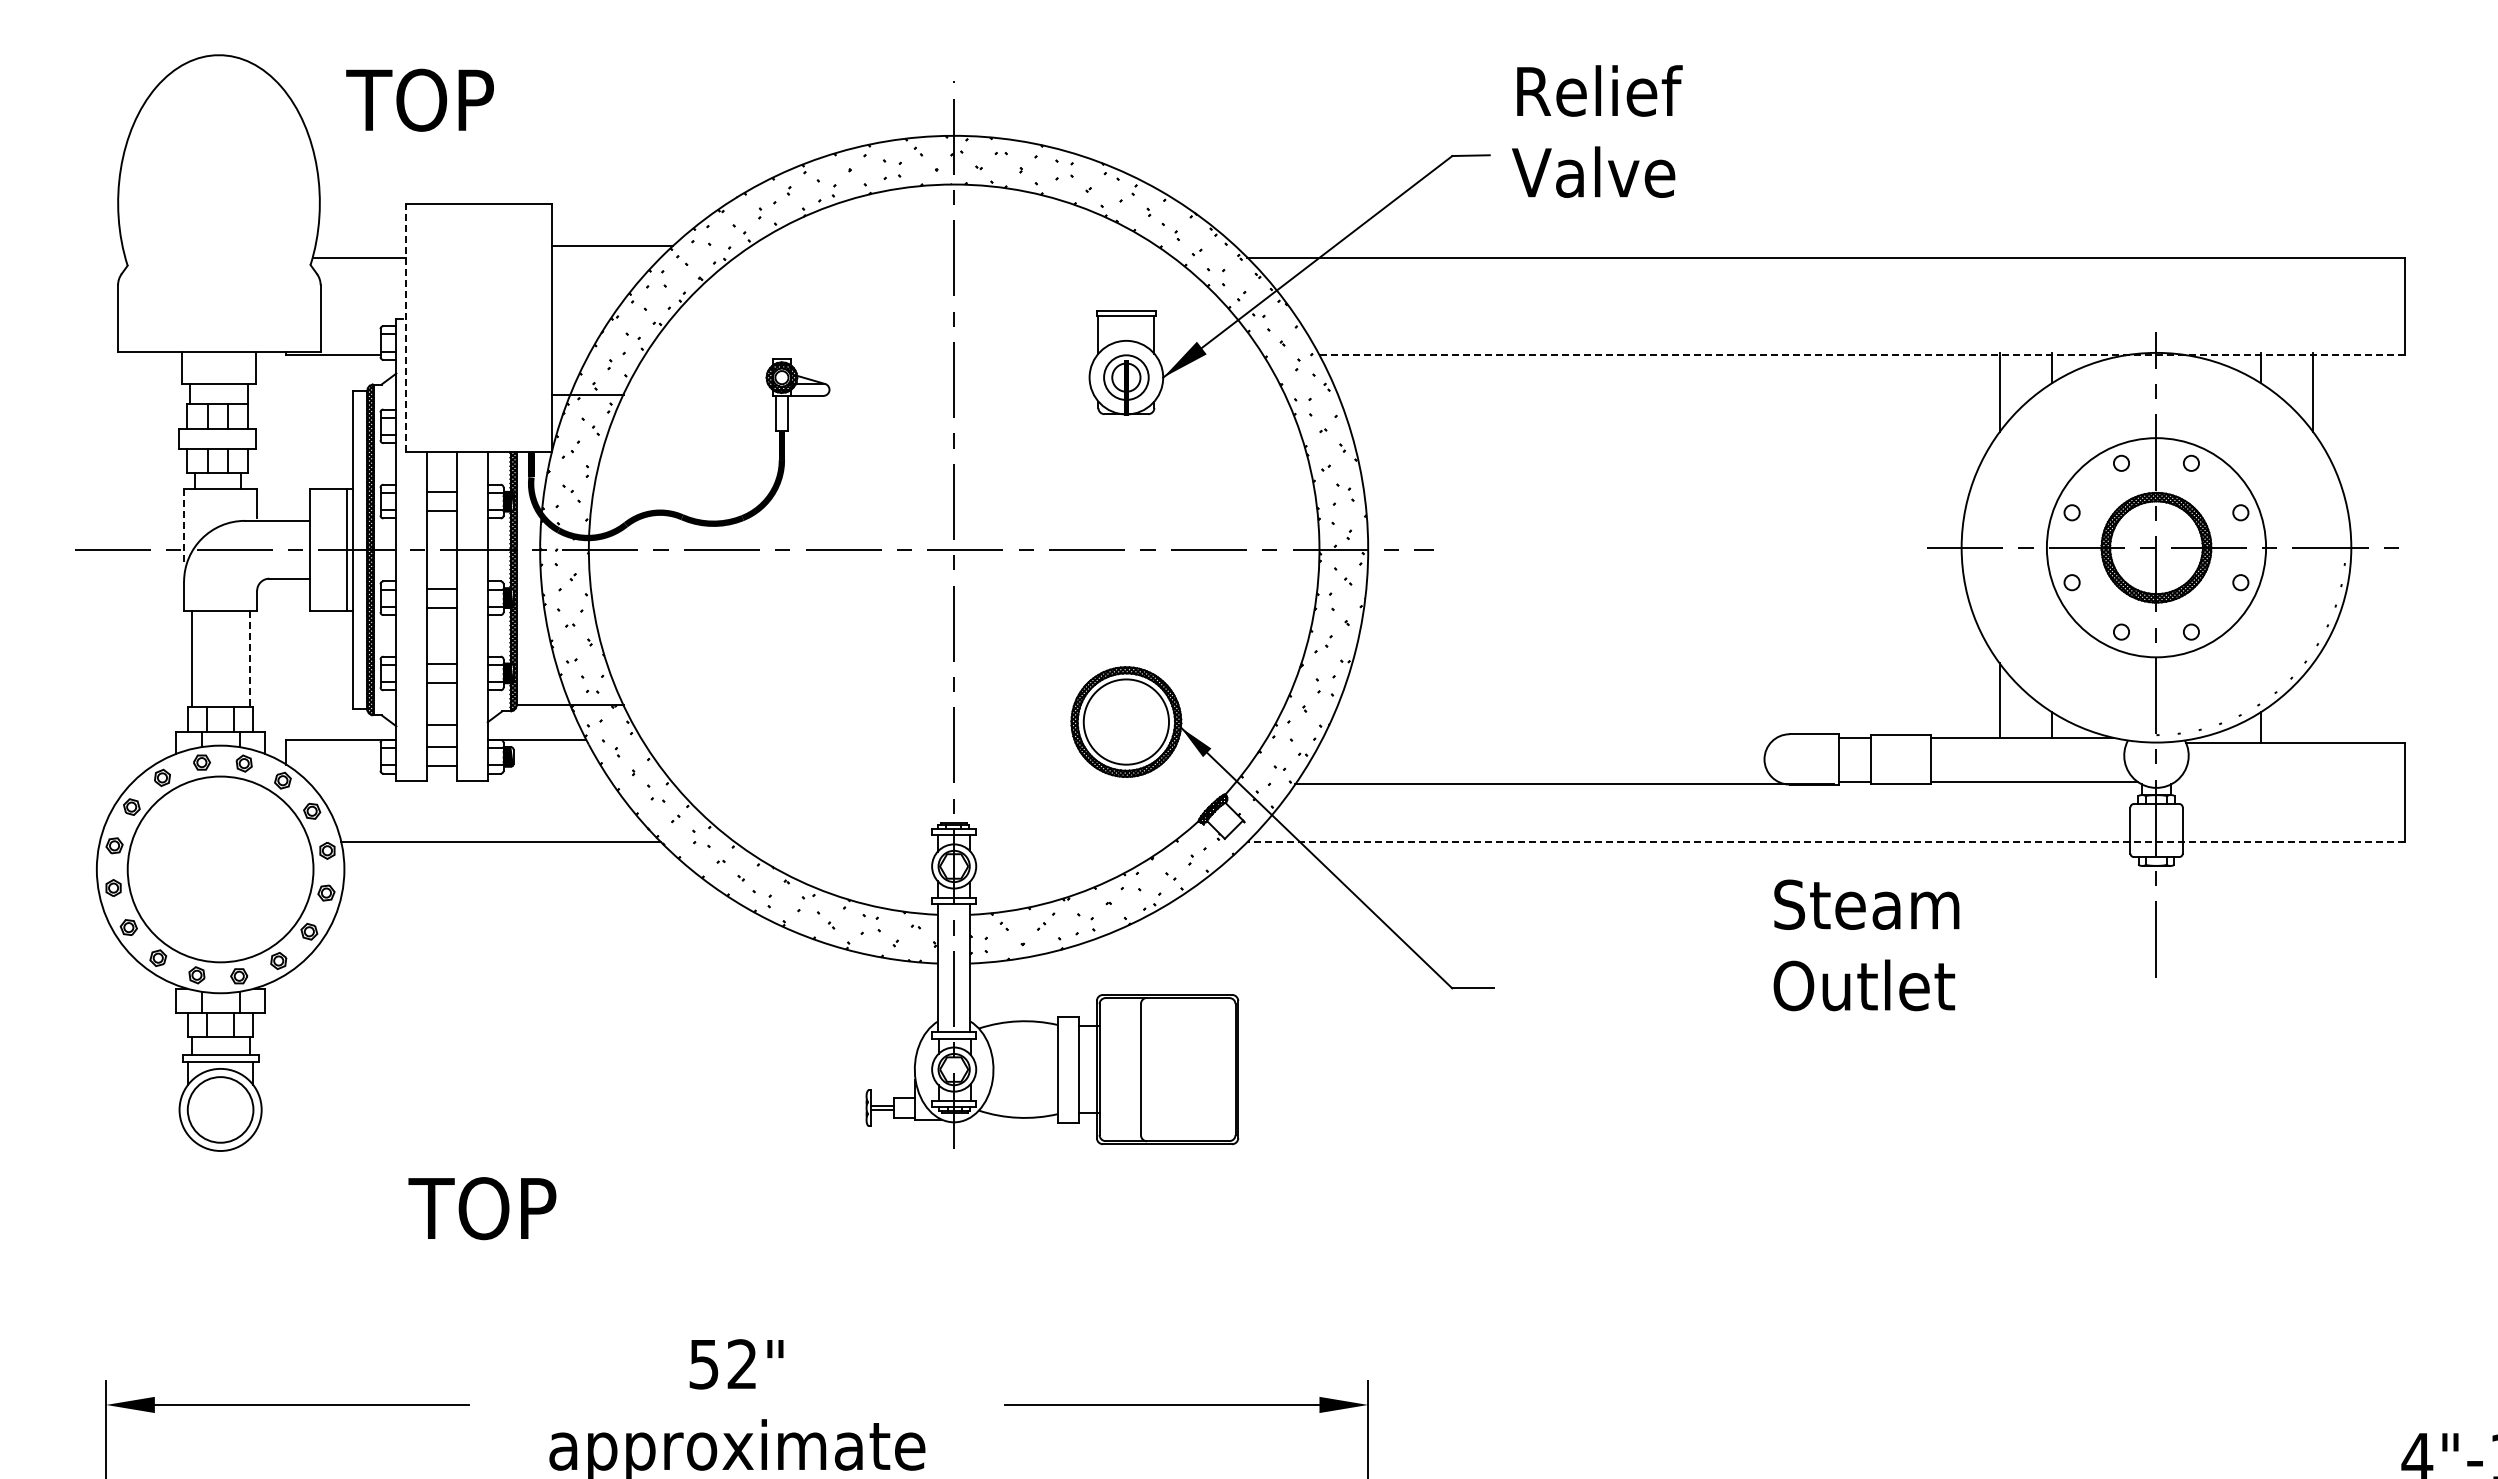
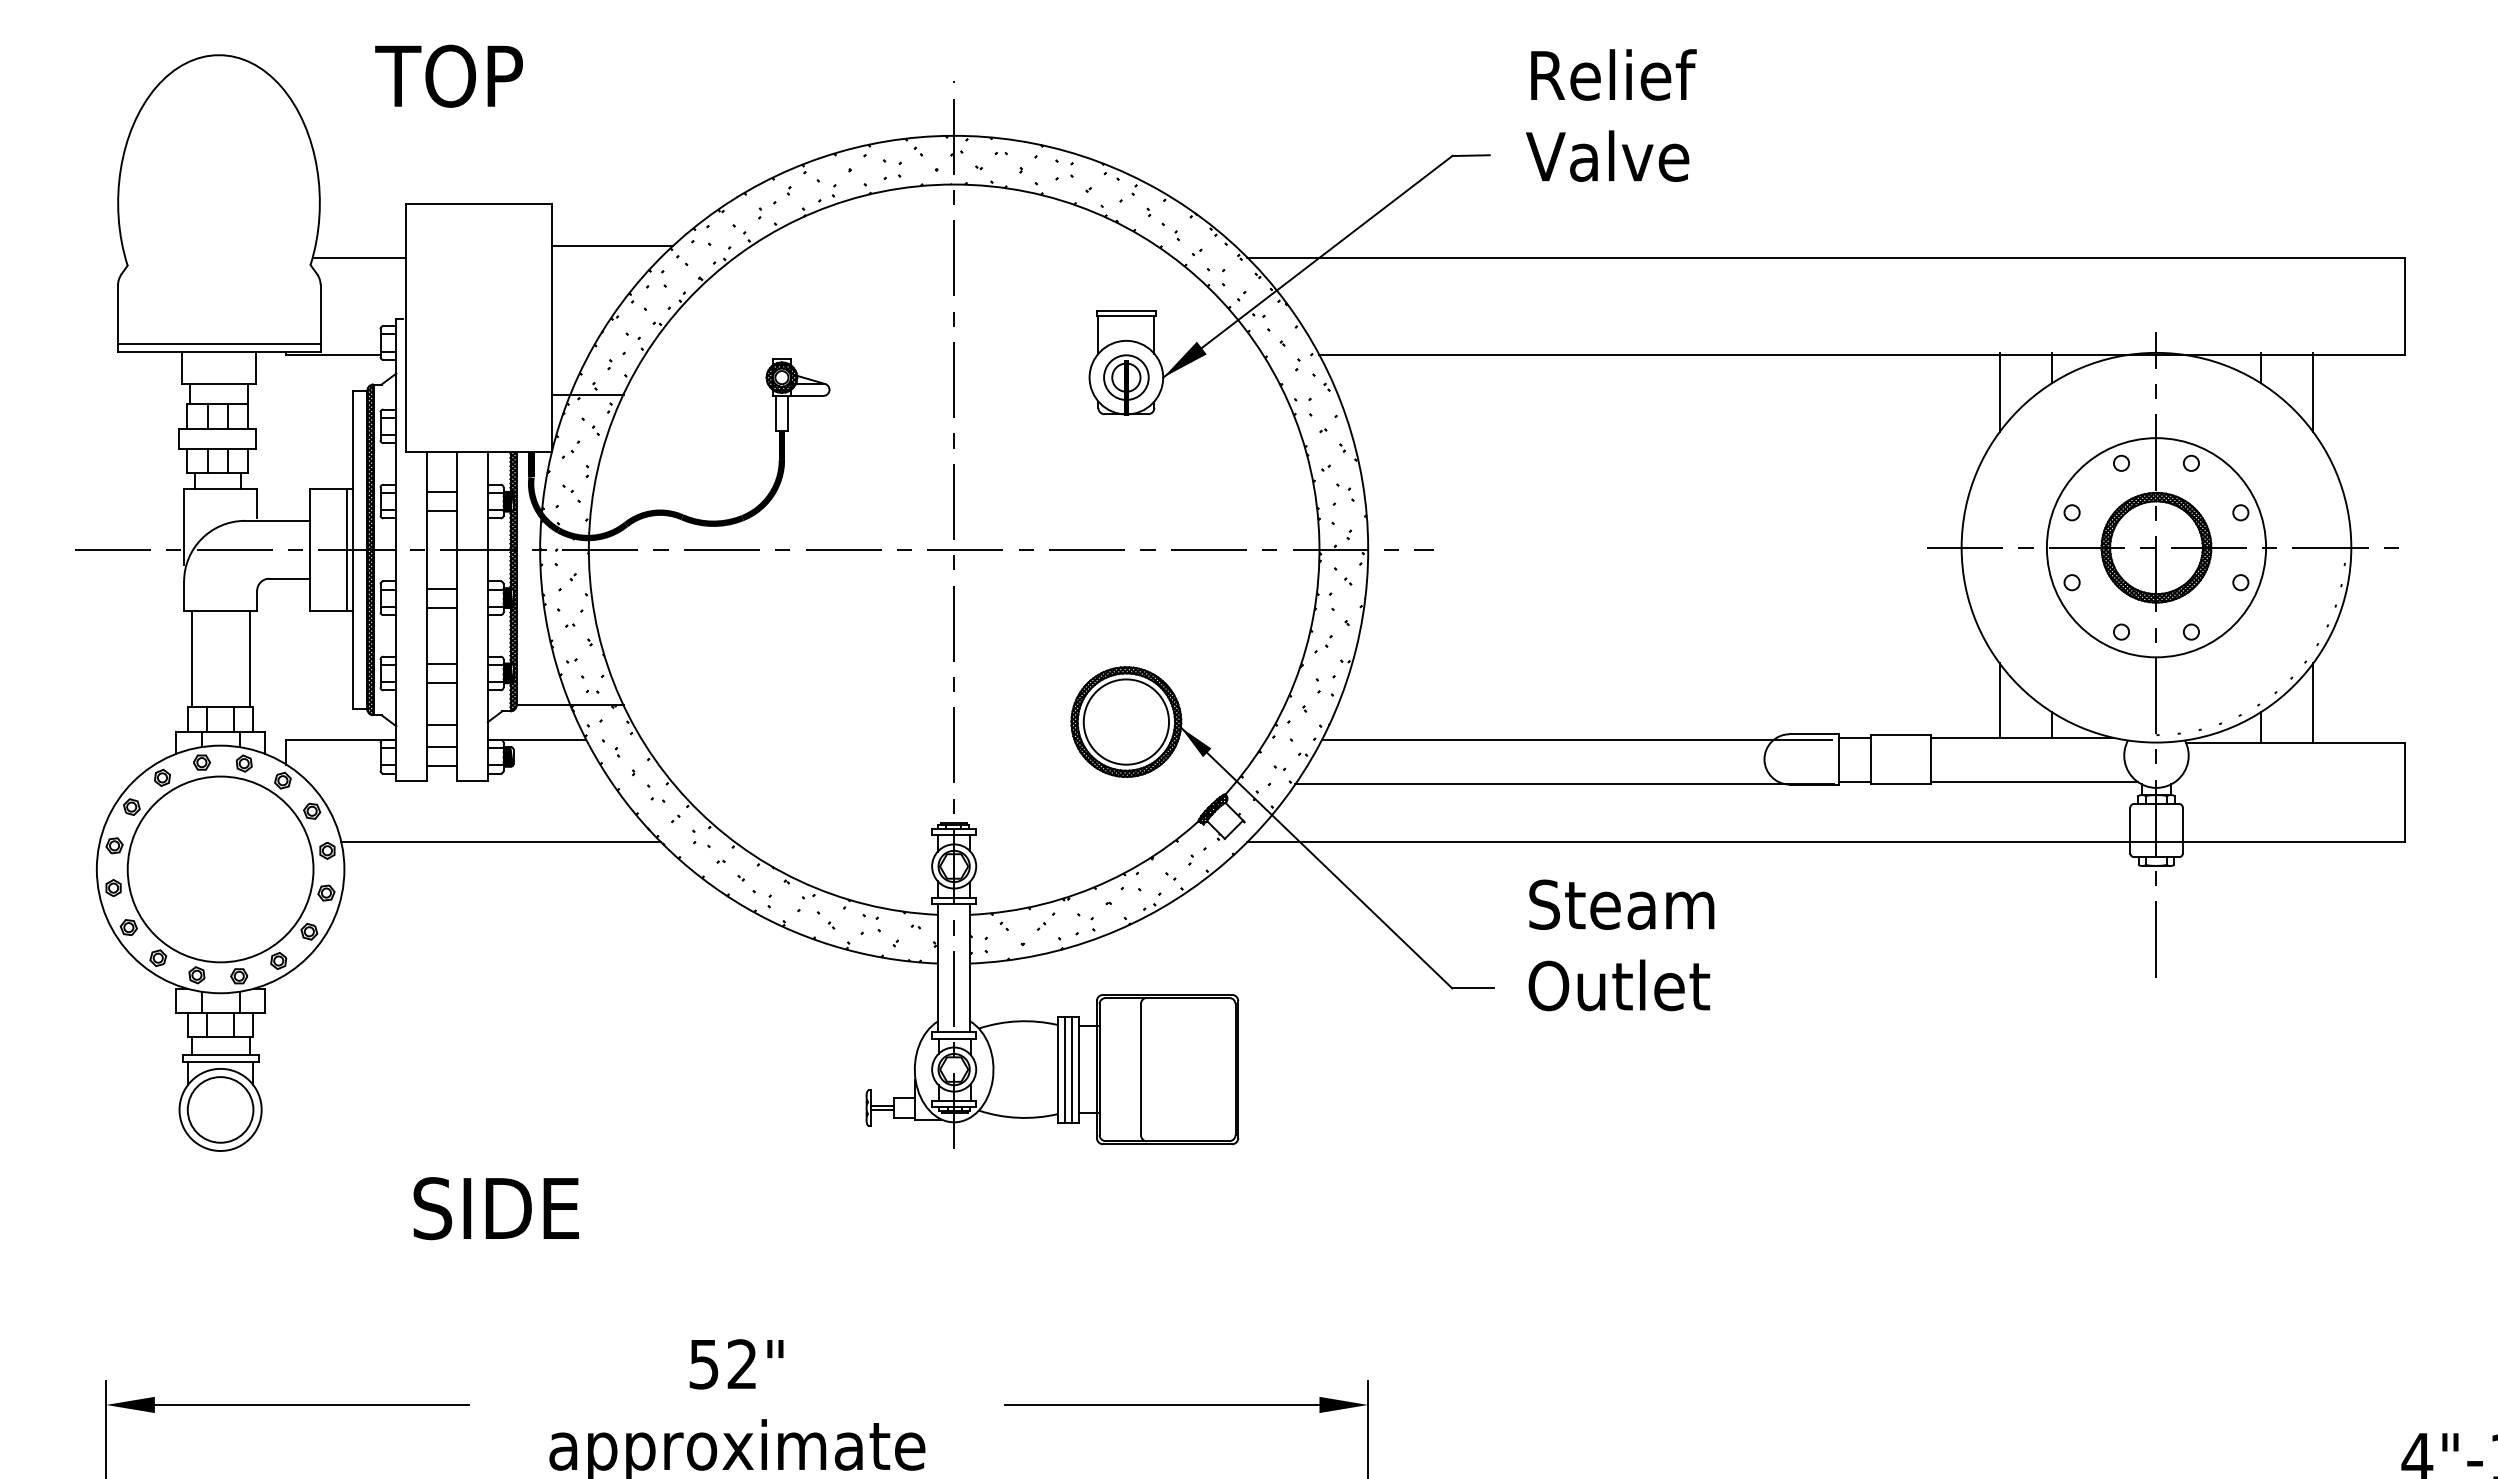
text at (419, 99) position: (419, 99) -> (448, 75)
text at (1597, 131) position: (1597, 131) -> (1611, 115)
line at (405, 327): dashed -> solid
line at (219, 344): none -> present
line at (1862, 355): dashed -> solid
line at (184, 526): dashed -> solid
line at (249, 659): dashed -> solid
line at (2313, 702): none -> present
line at (1576, 739): none -> present
line at (1826, 842): dashed -> solid
text at (1866, 945) position: (1866, 945) -> (1621, 945)
line at (1064, 1069): none -> present
line at (1072, 1069): none -> present
text at (493, 1208): TOP -> SIDE
